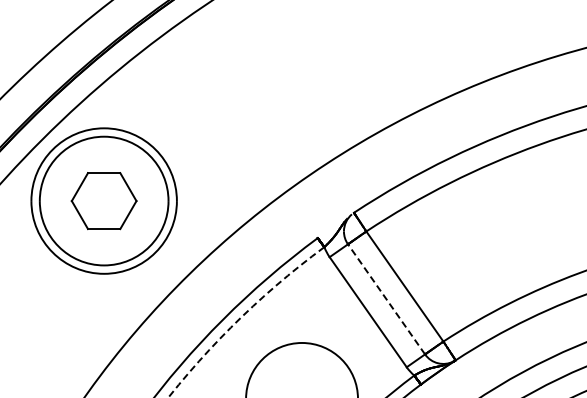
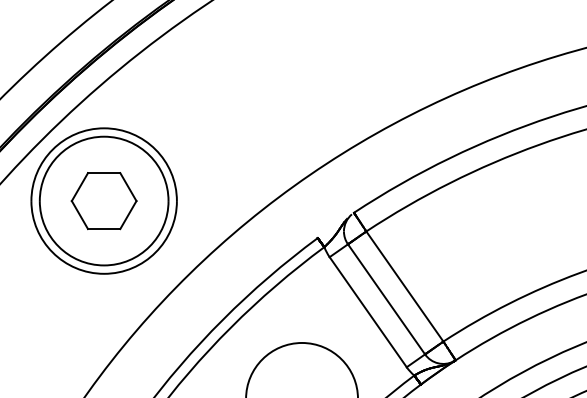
line at (386, 298): dashed -> solid
arc at (241, 317): dashed -> solid
